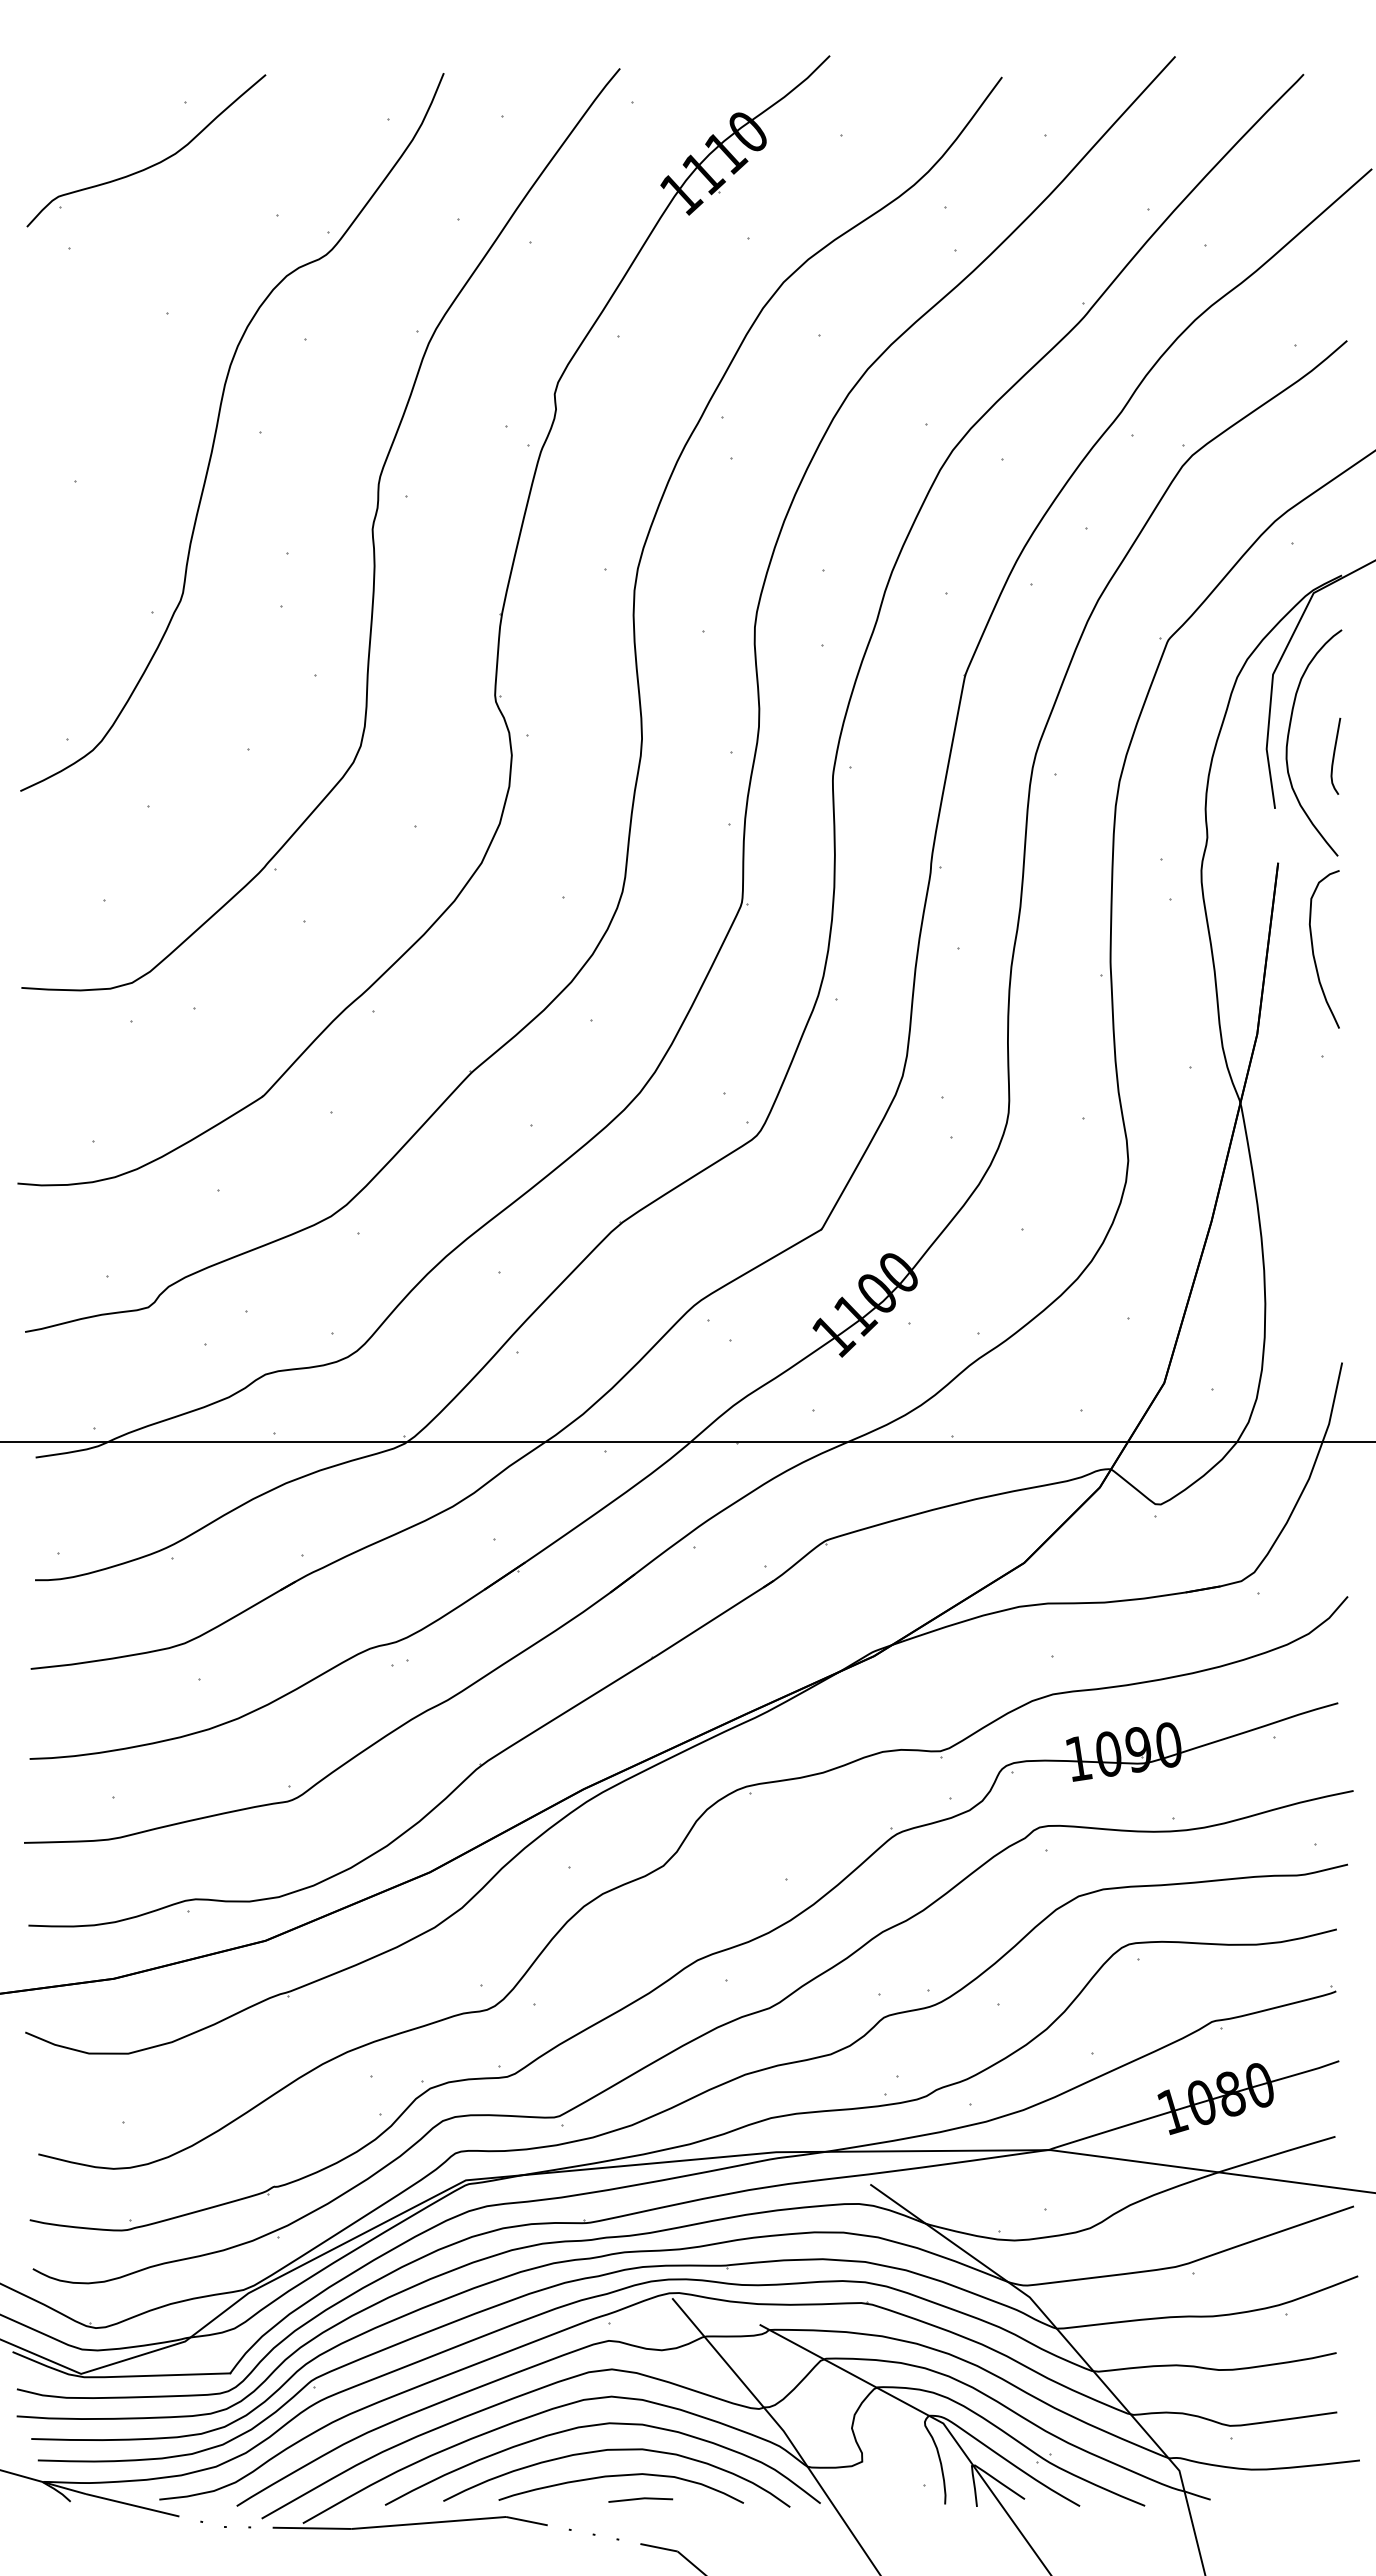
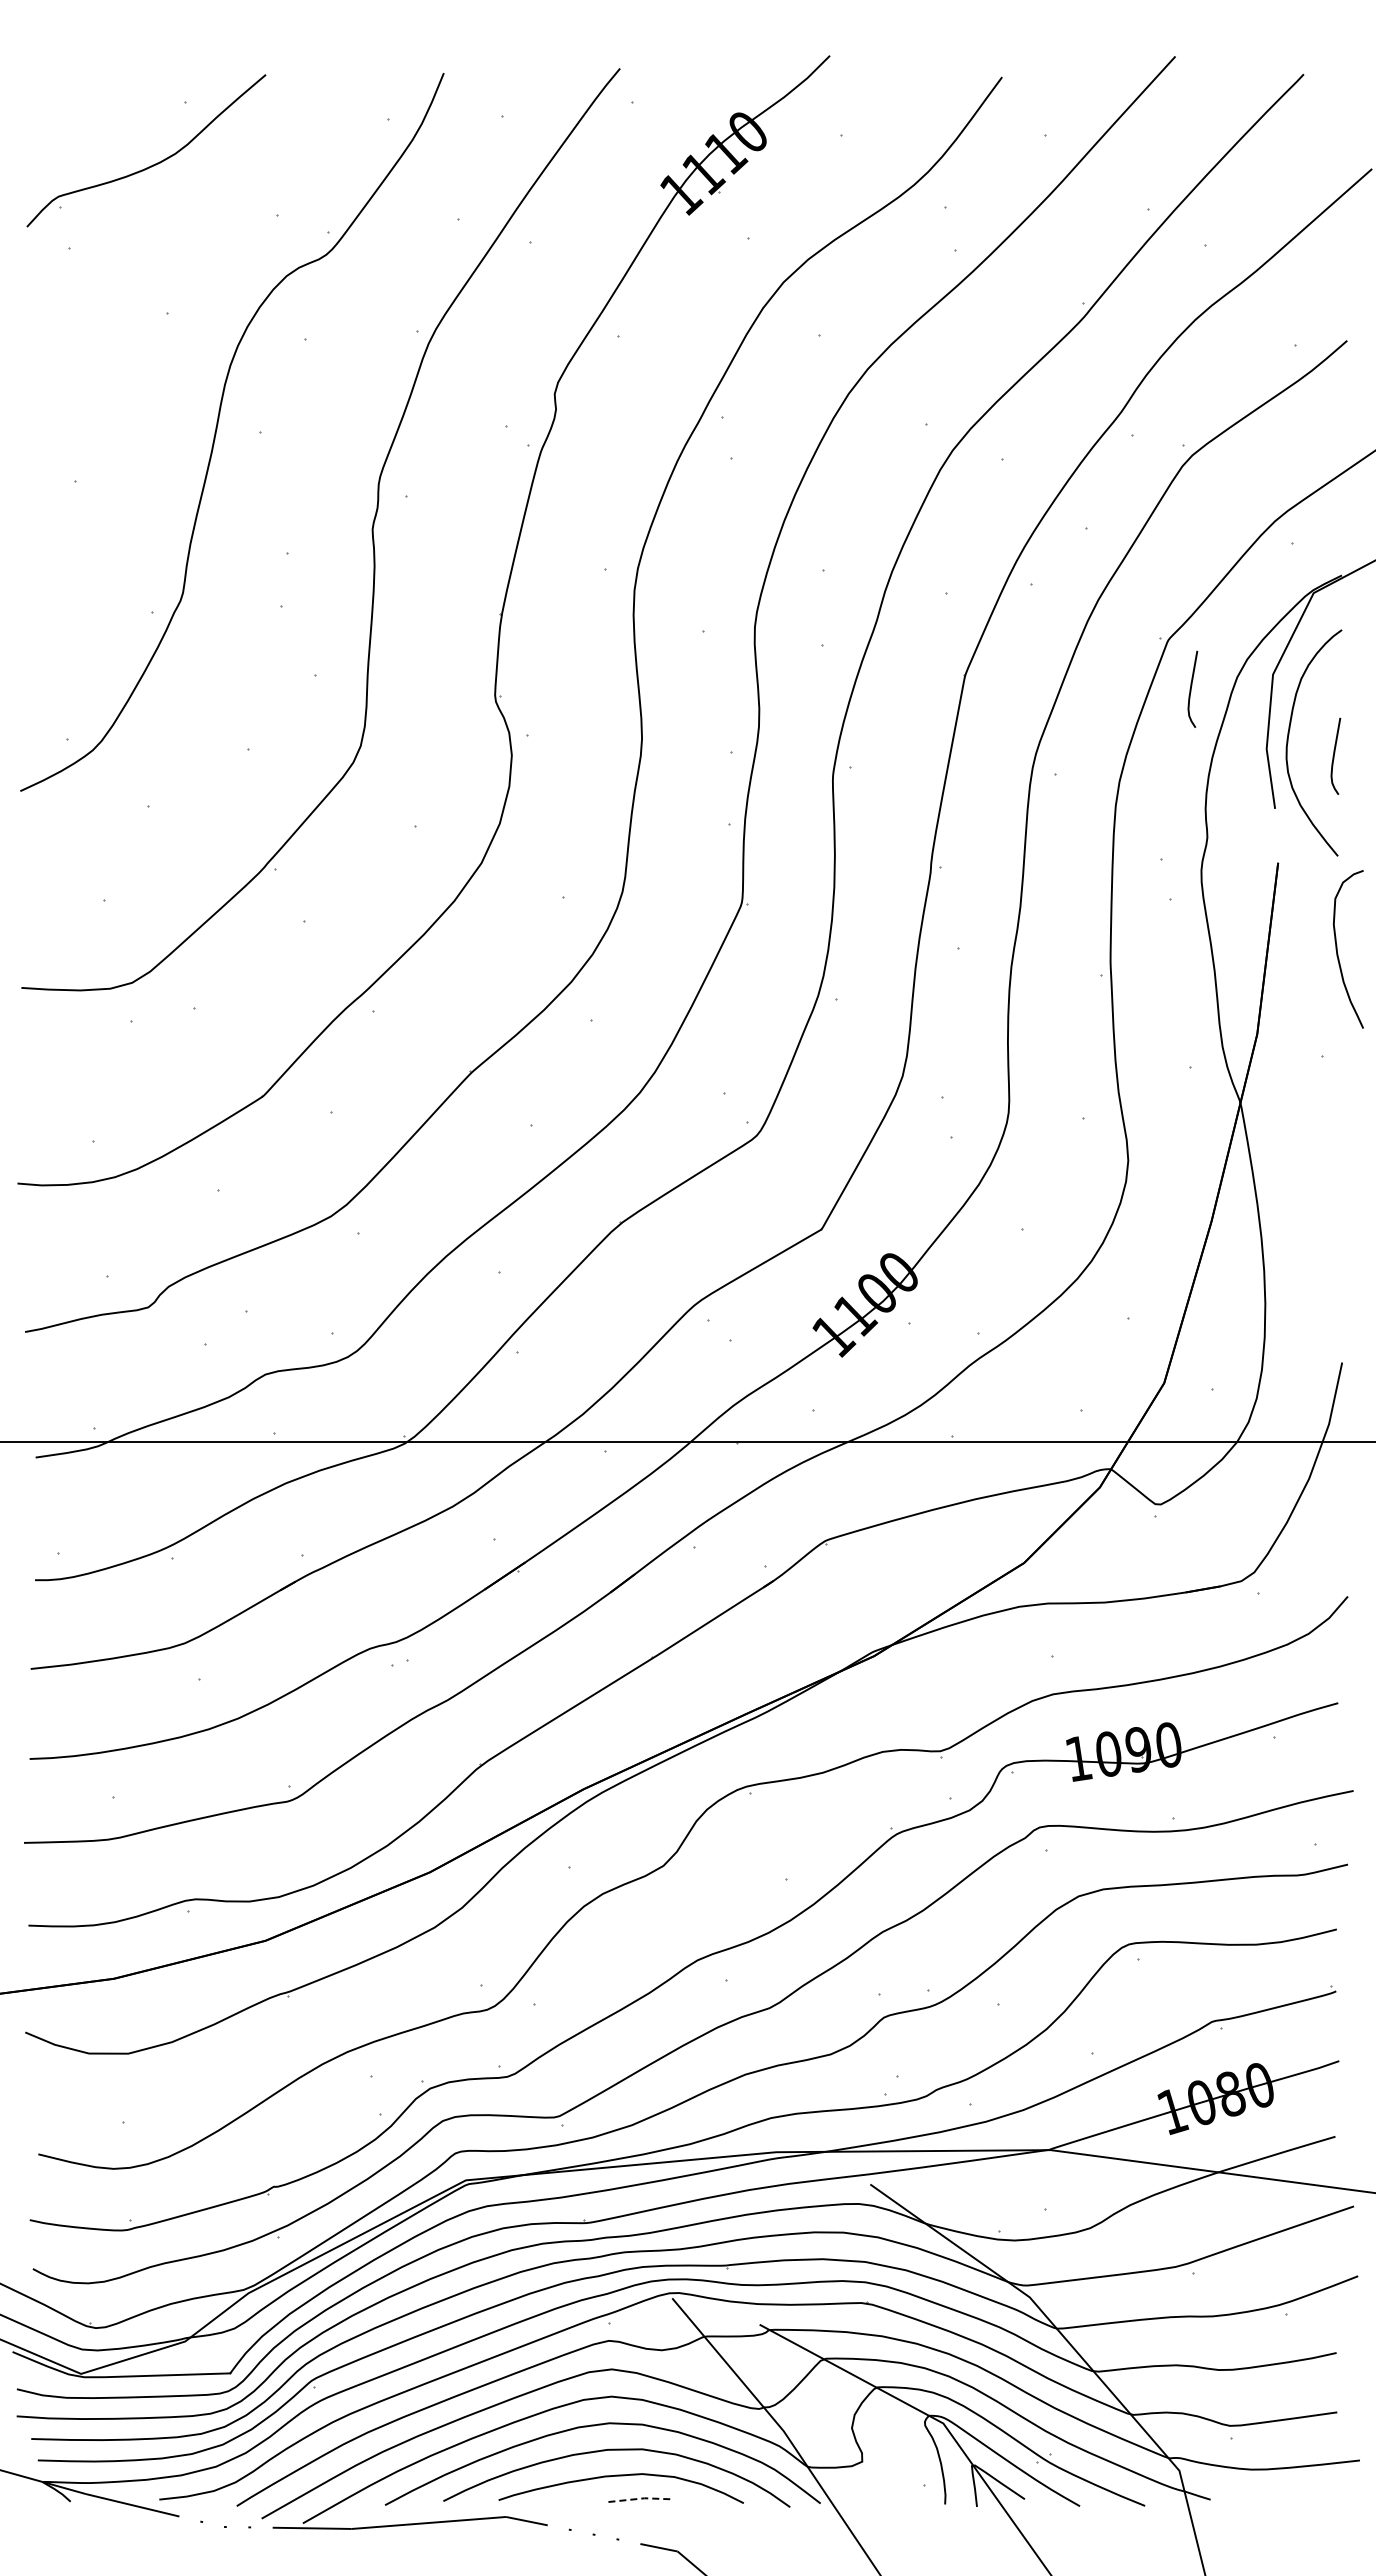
curve at (1191, 688): none -> present
curve at (1314, 953) position: (1314, 953) -> (1338, 953)
line at (641, 2498): solid -> dashed
